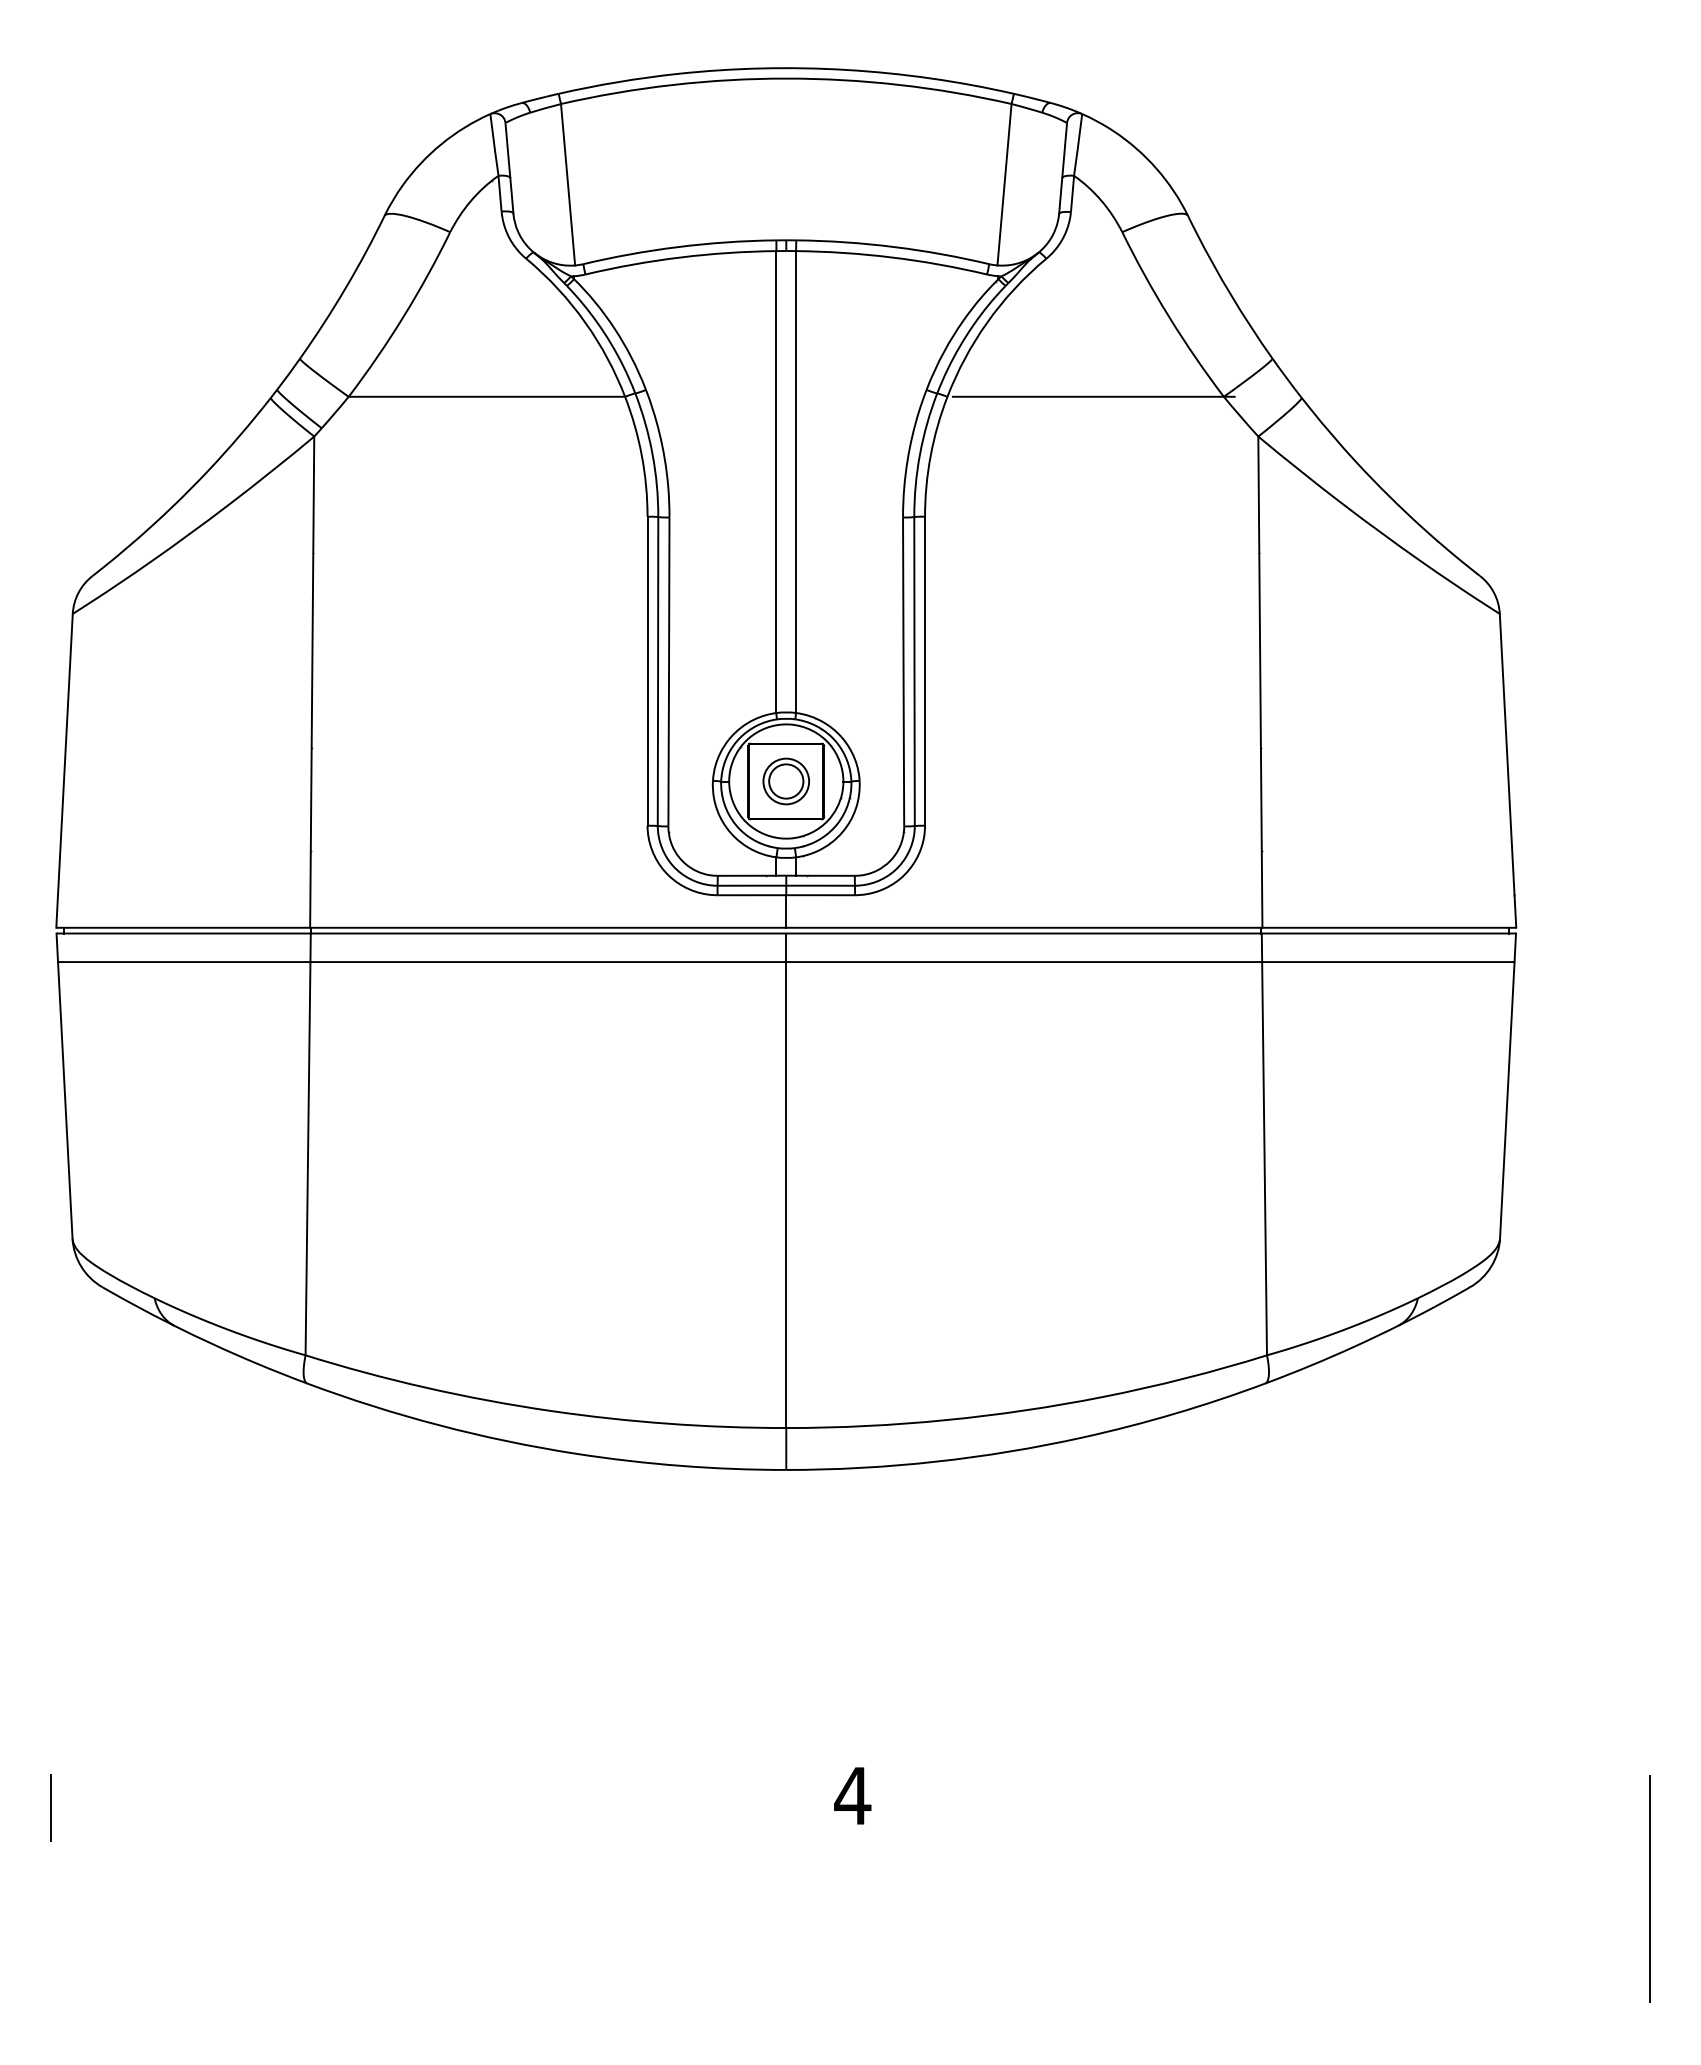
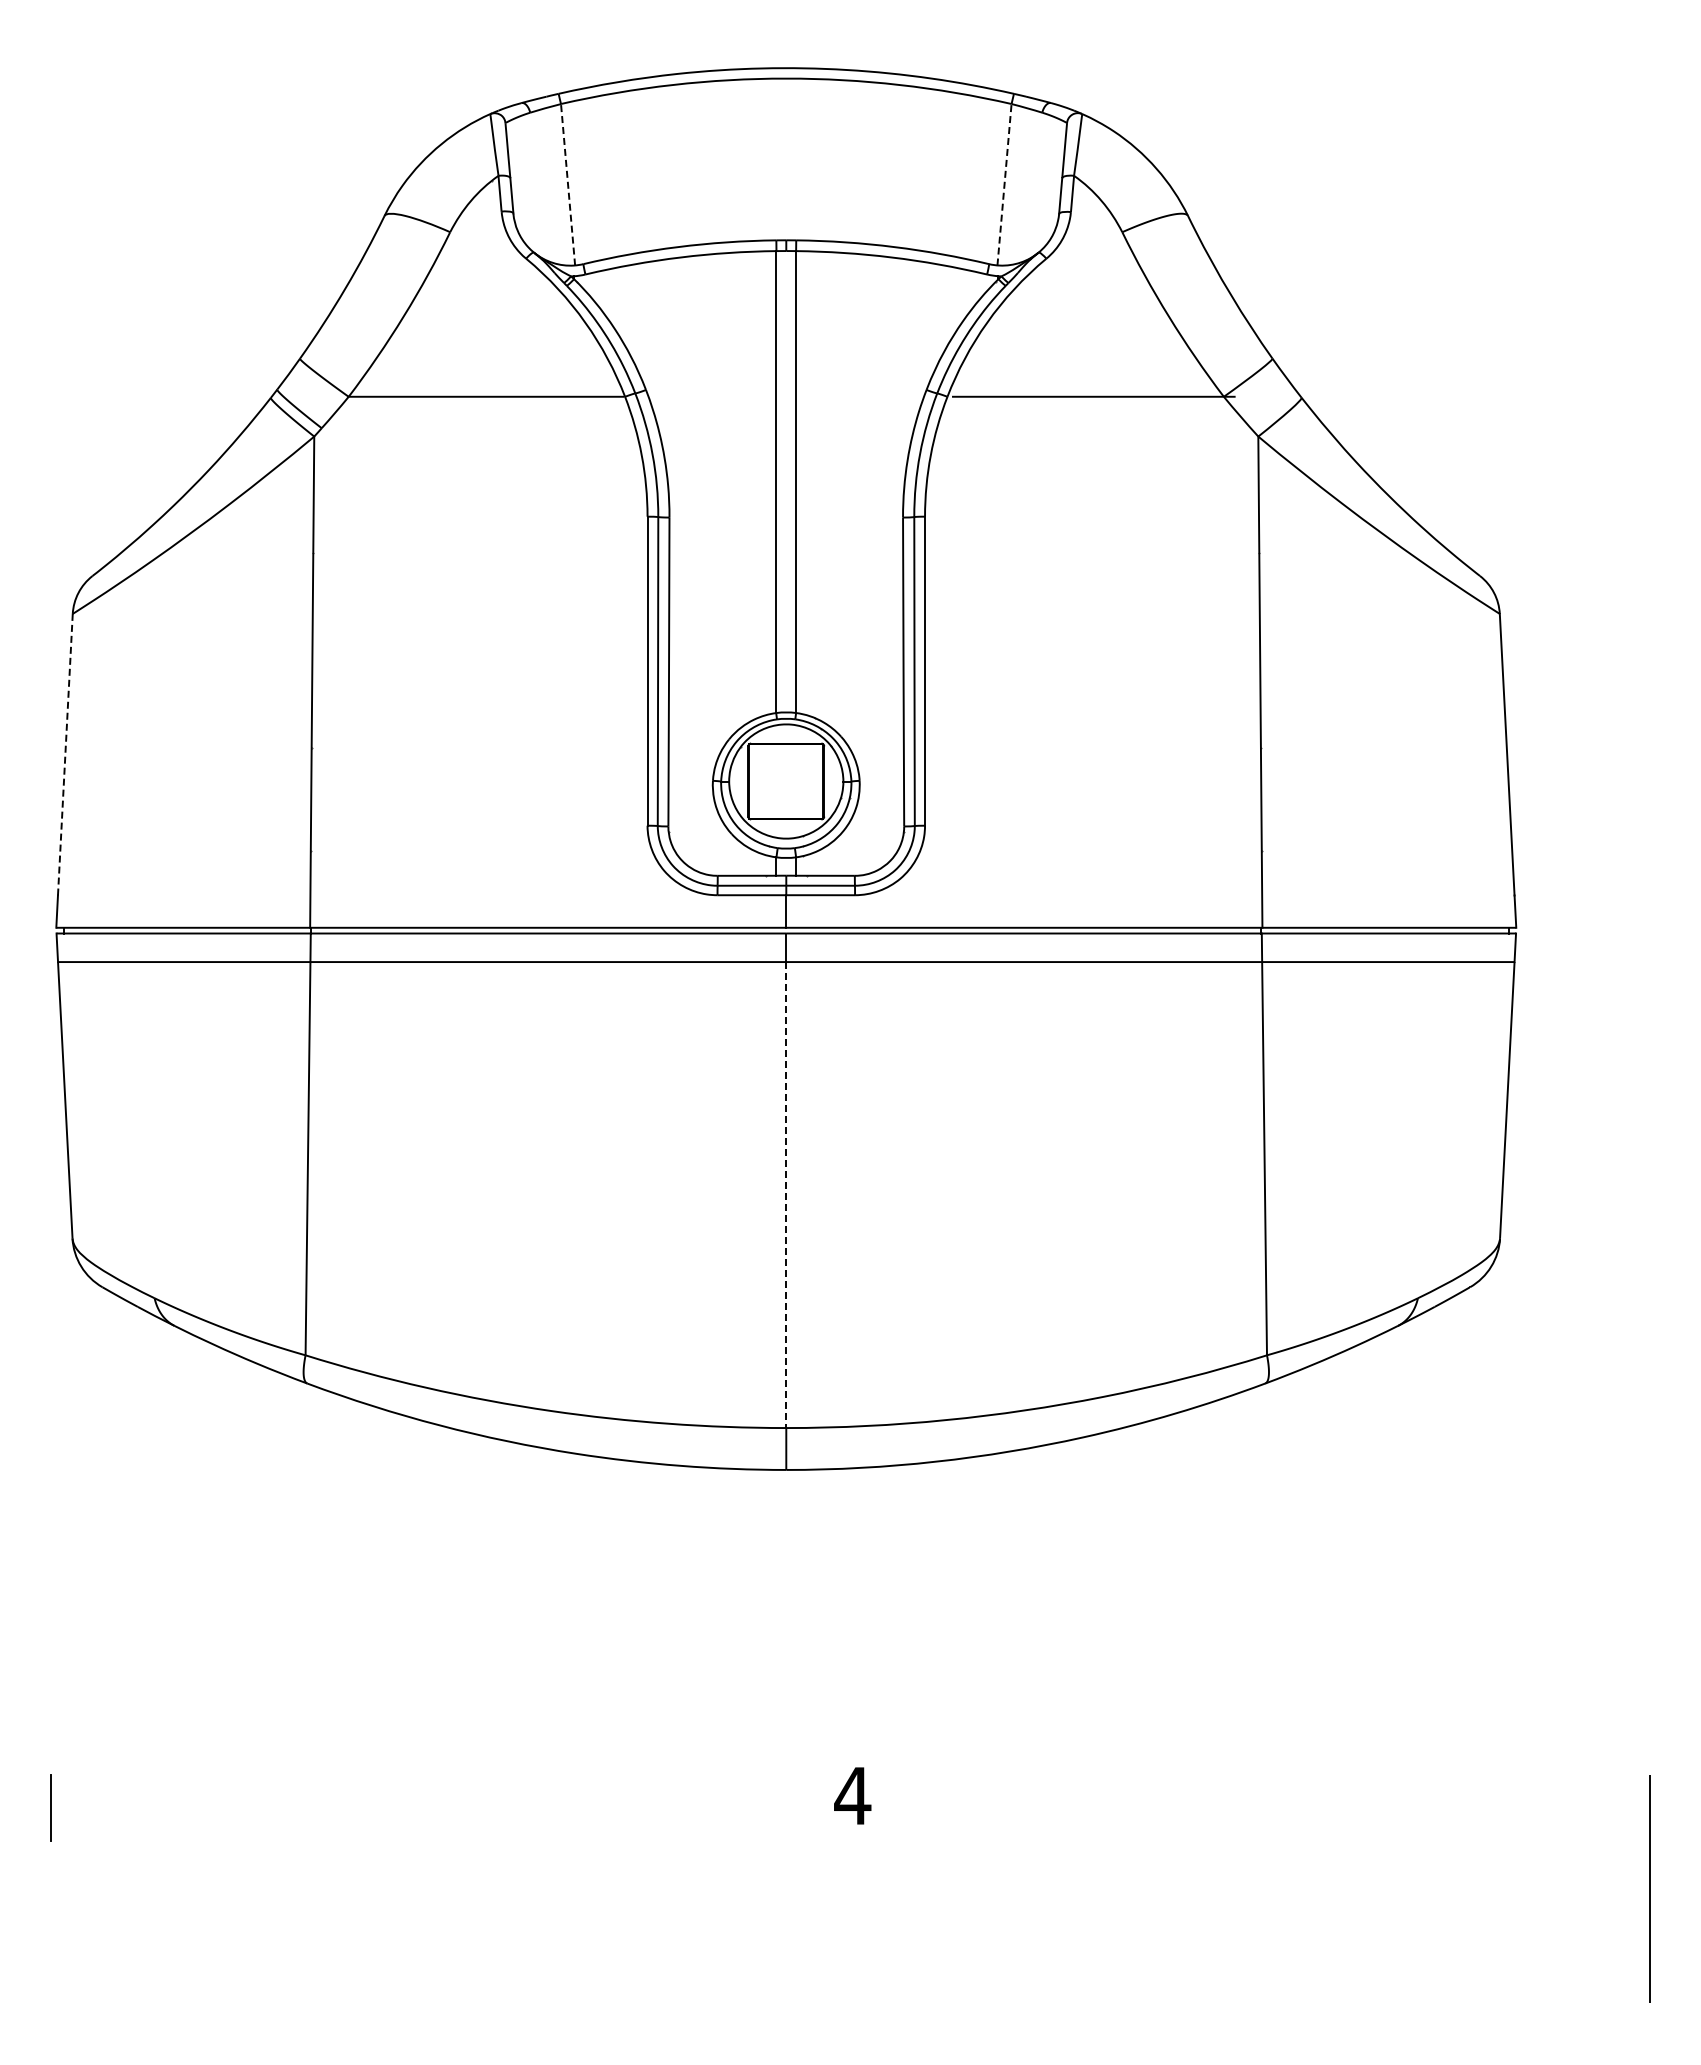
line at (568, 184): solid -> dashed
line at (1004, 184): solid -> dashed
line at (65, 754): solid -> dashed
part at (785, 781): present -> none
line at (786, 1195): solid -> dashed
